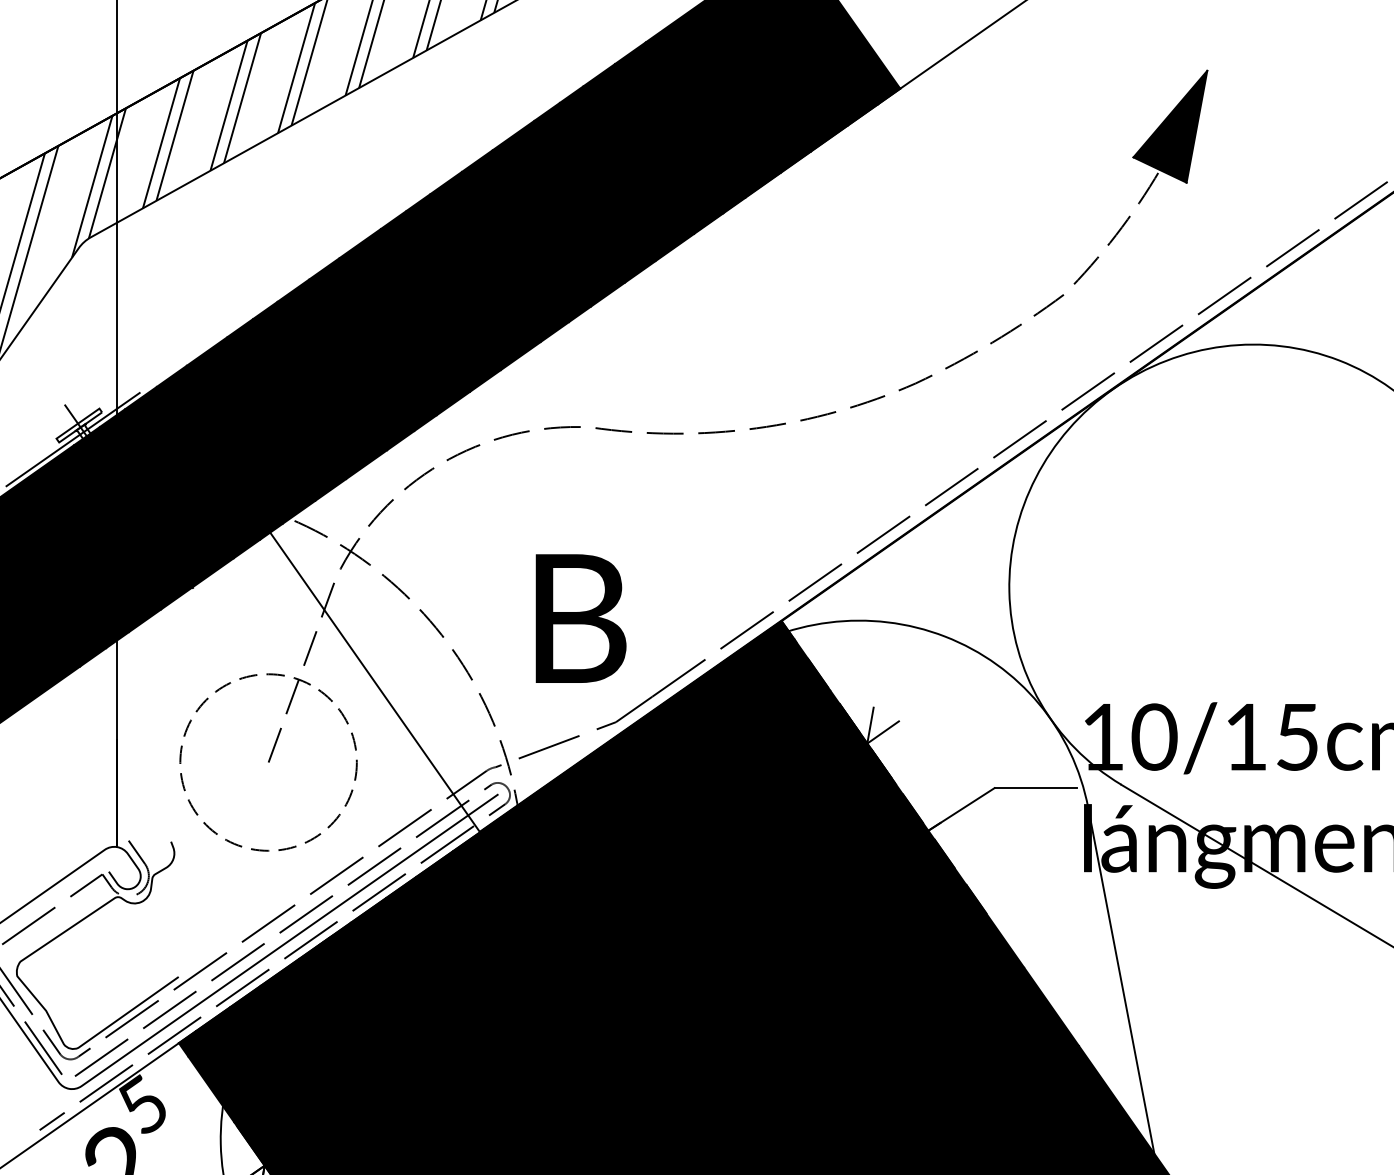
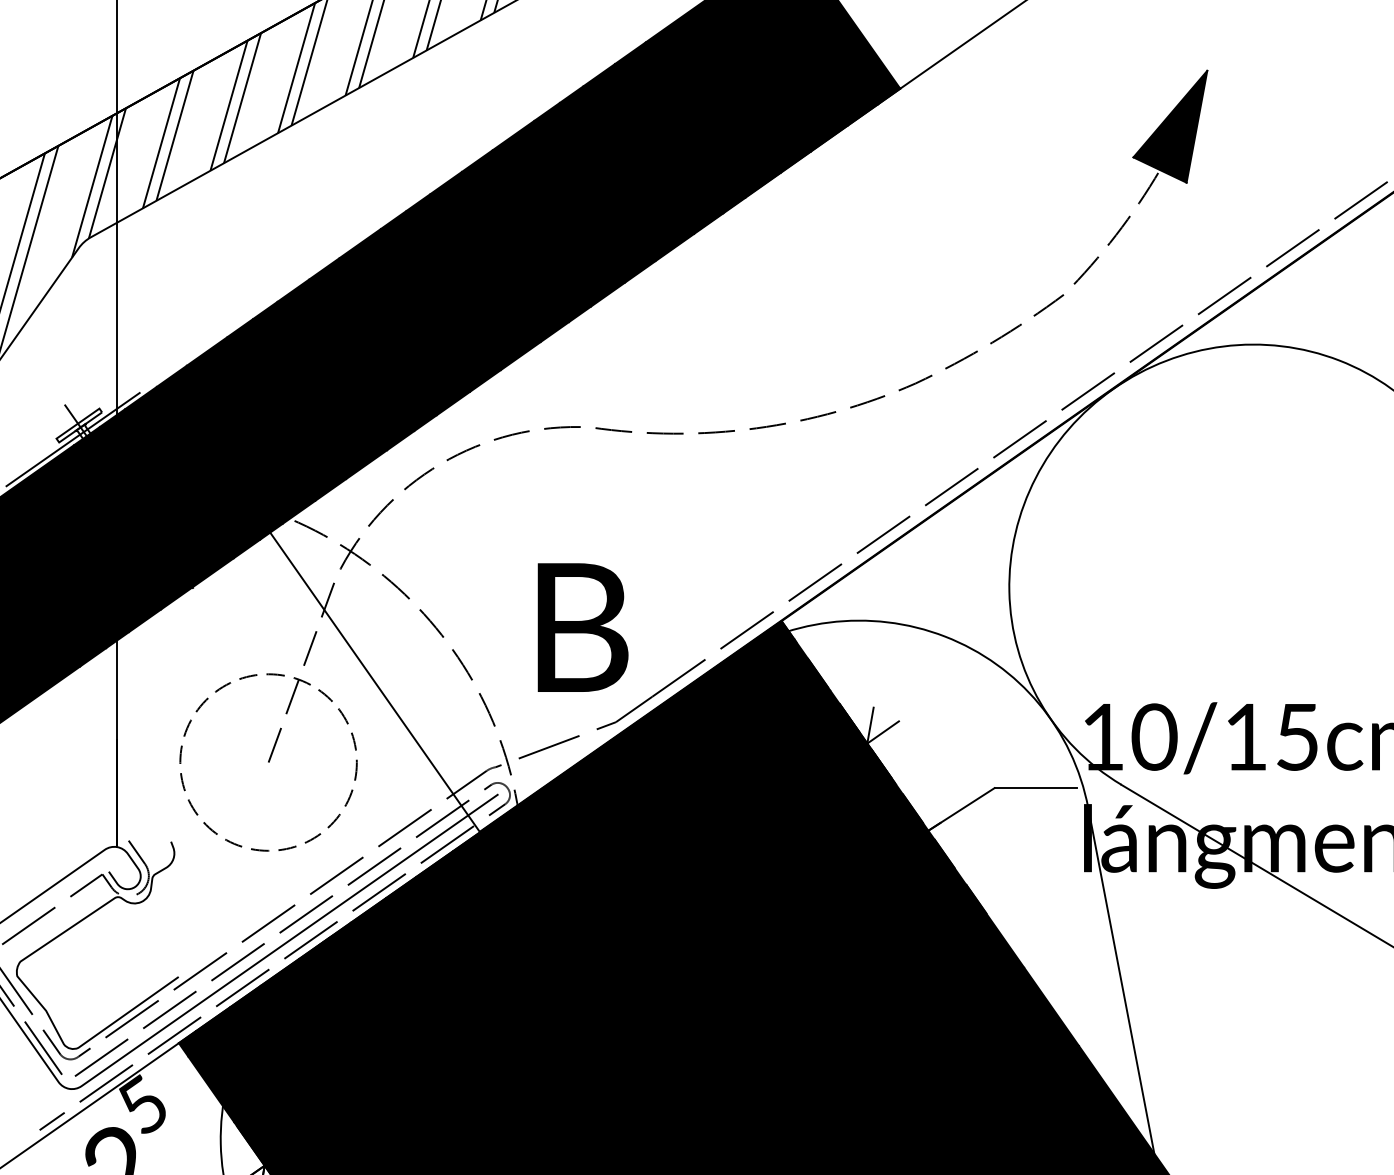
text at (580, 618) position: (580, 618) -> (582, 627)
